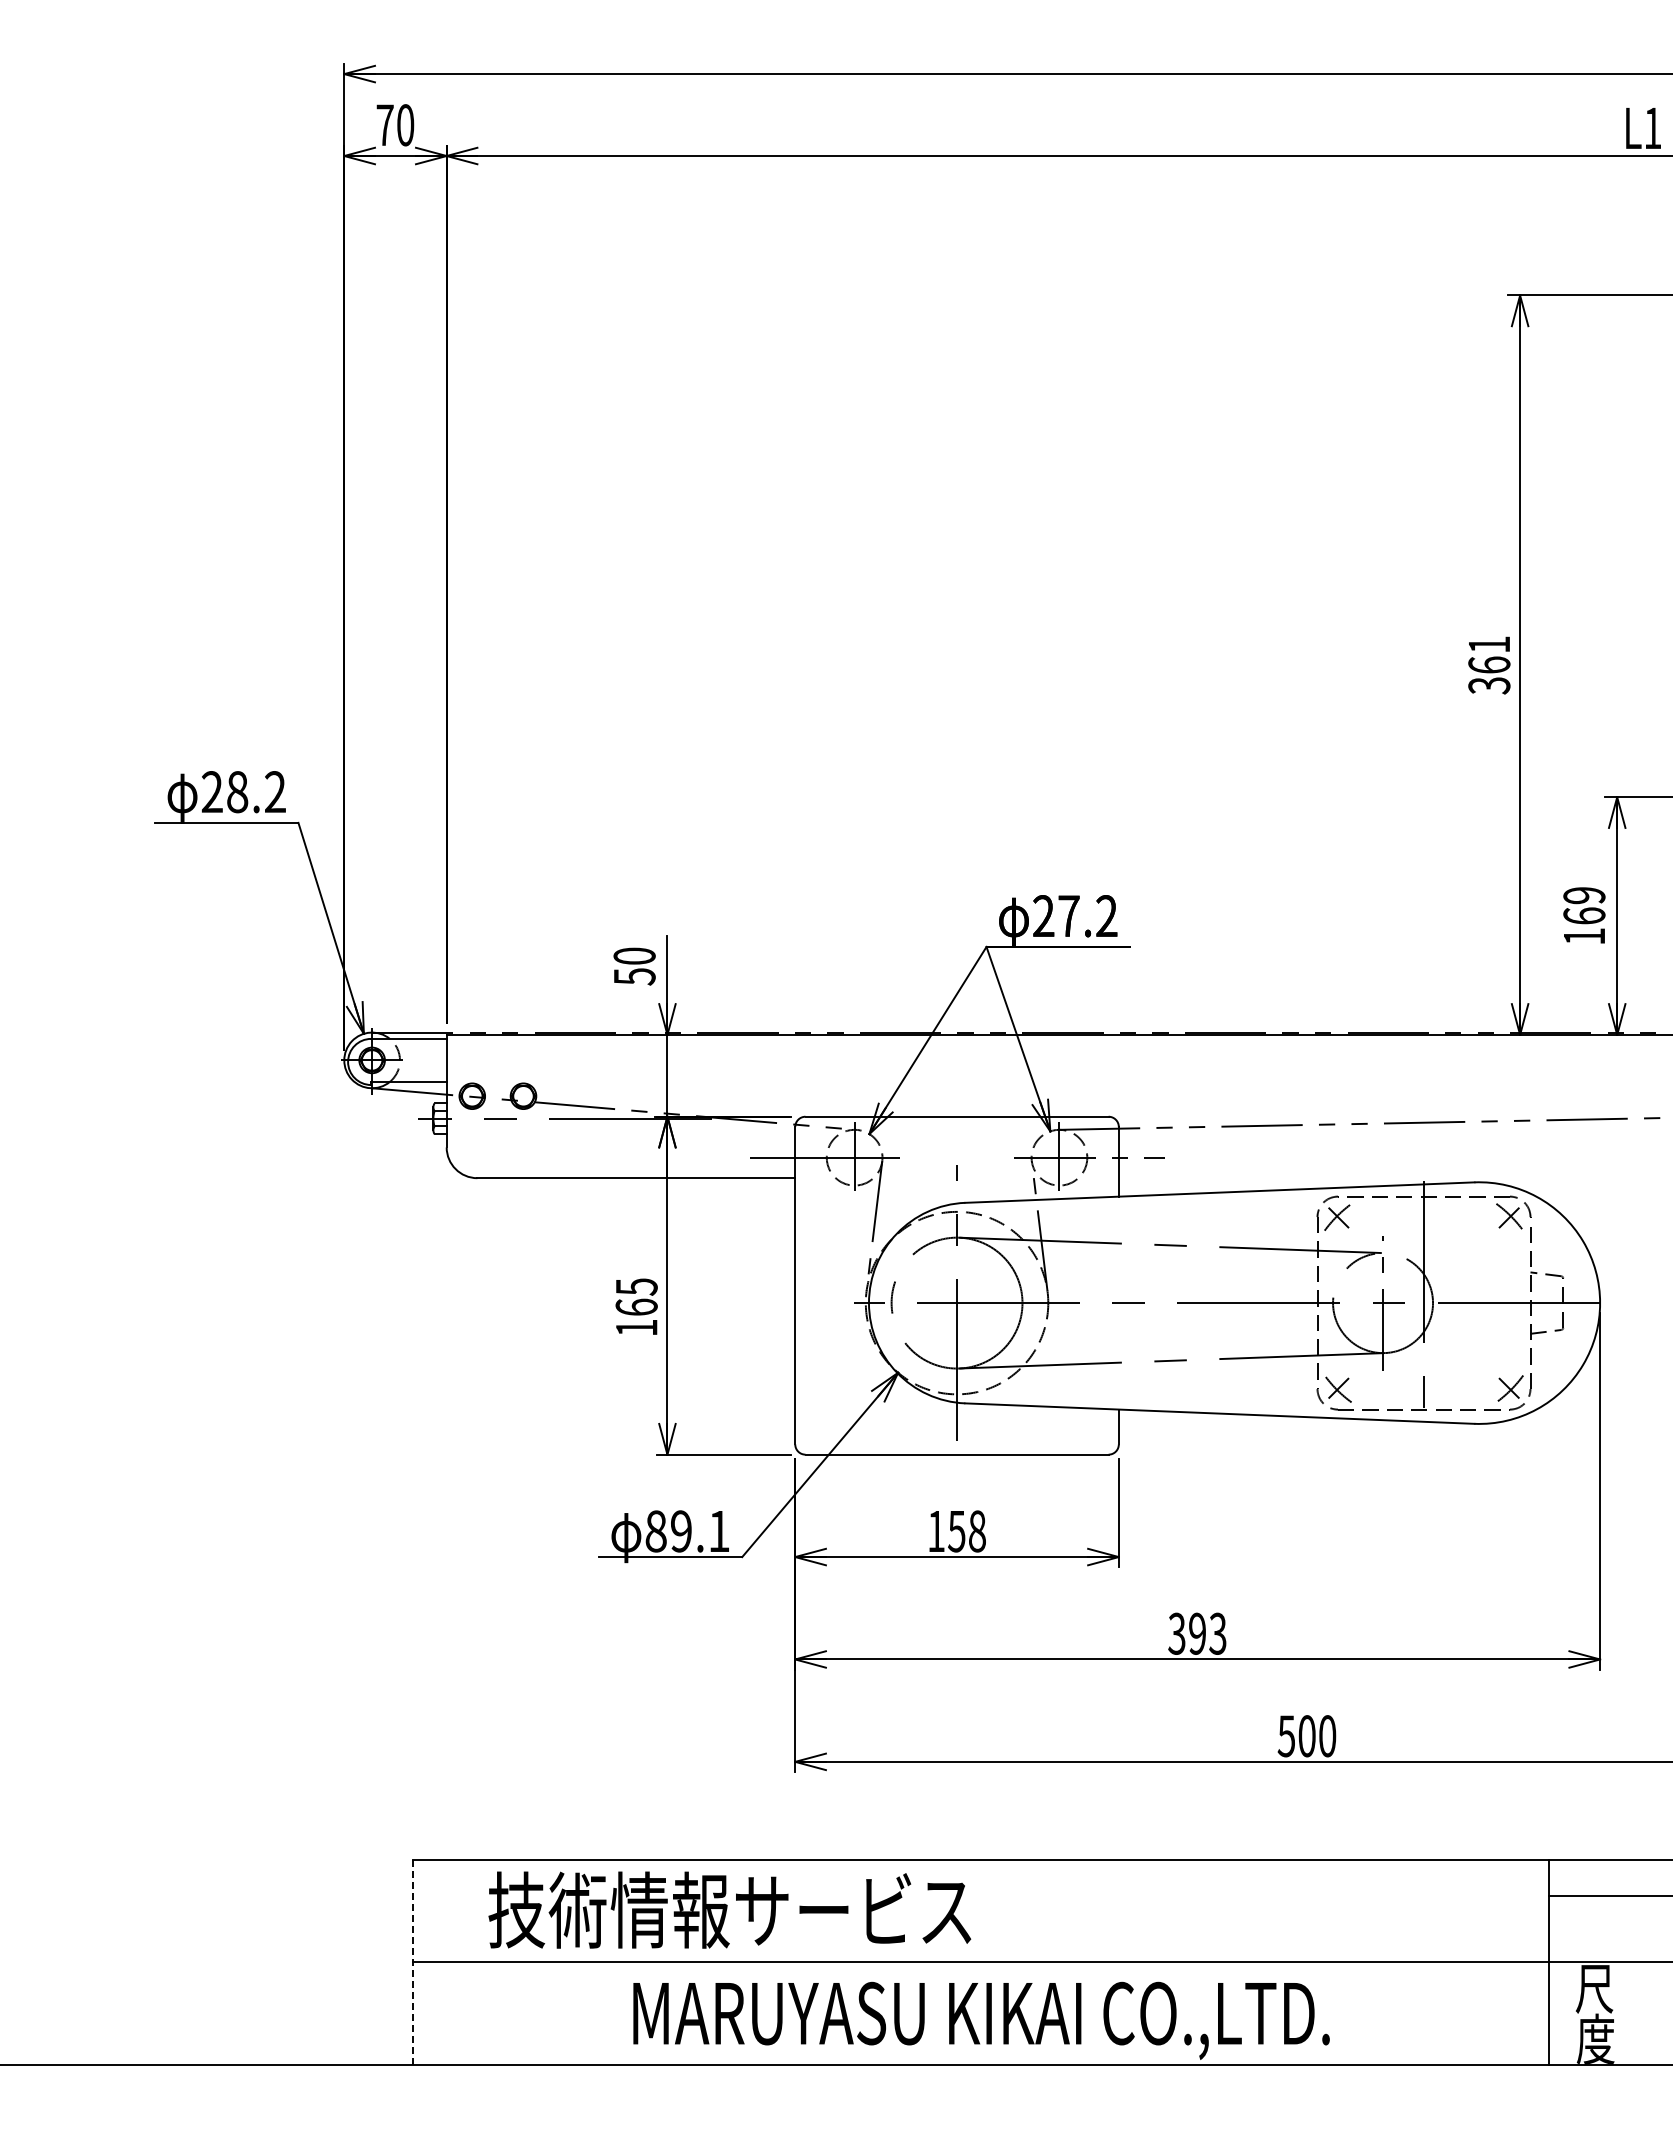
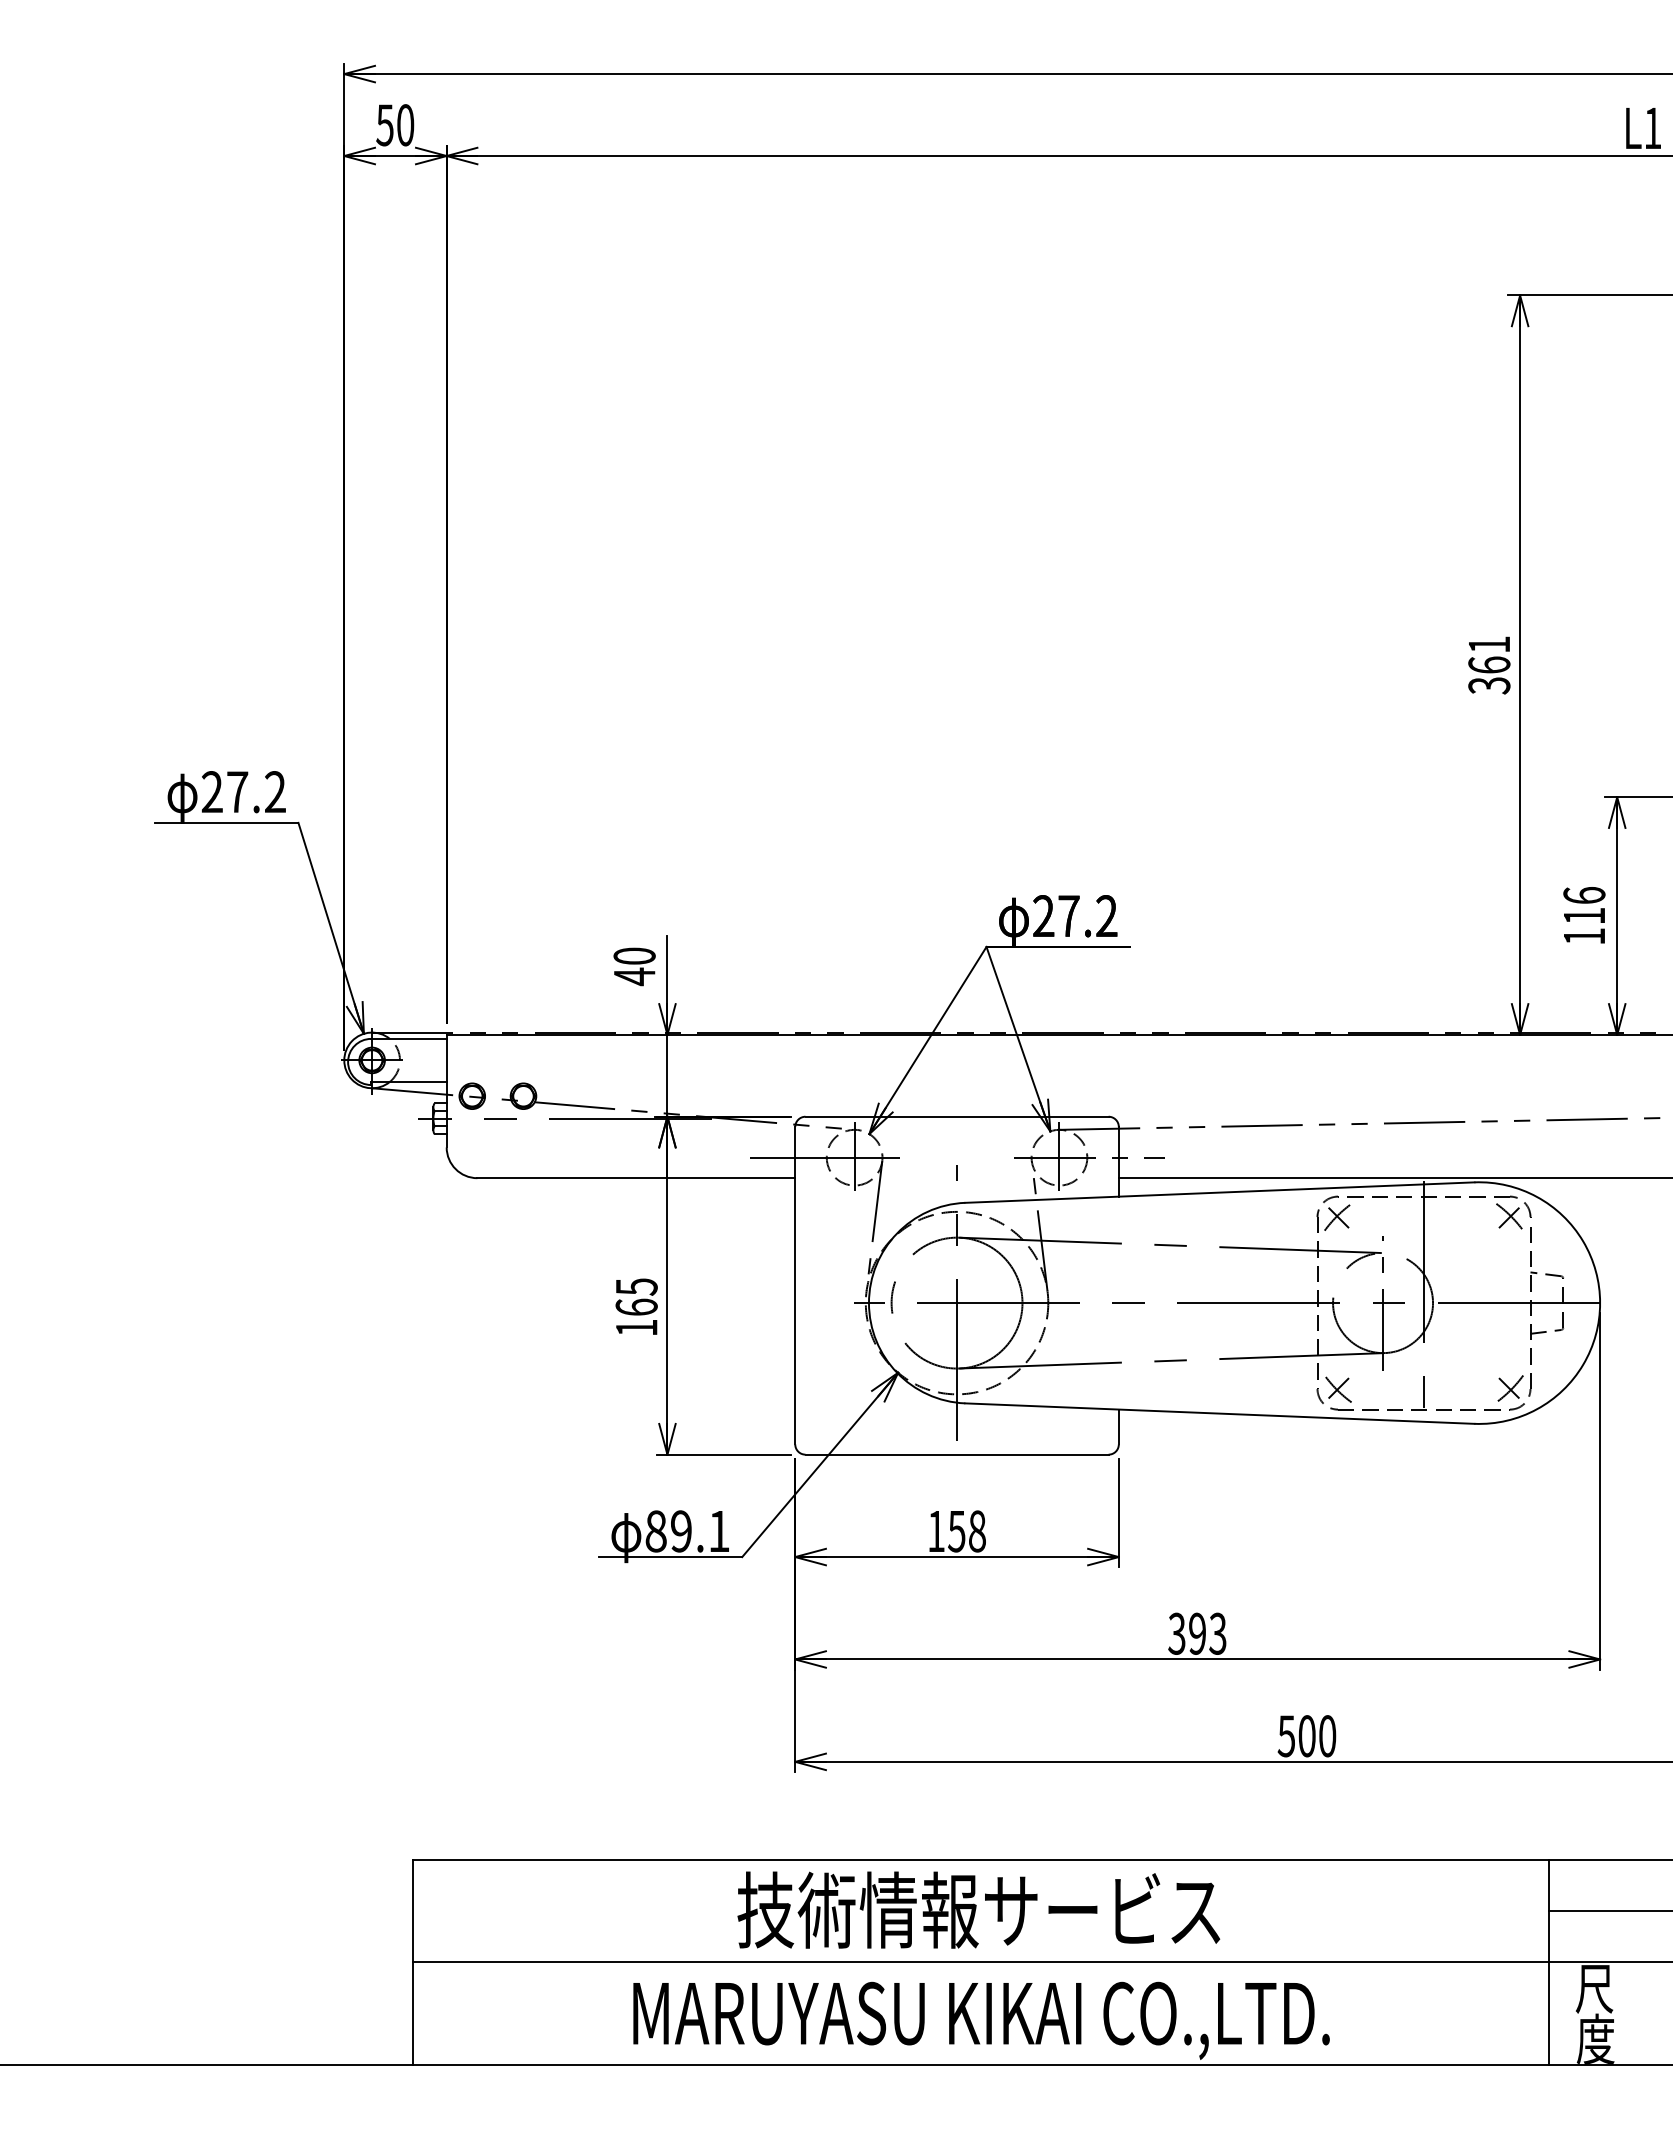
text at (384, 125): 70 -> 50
text at (237, 792): 28.2 -> 27.2
text at (1584, 905): 169 -> 116
text at (634, 976): 50 -> 40
line at (1393, 1178): none -> present
line at (1609, 1896) position: (1609, 1896) -> (1609, 1911)
text at (729, 1909) position: (729, 1909) -> (978, 1909)
line at (412, 1962): dashed -> solid
